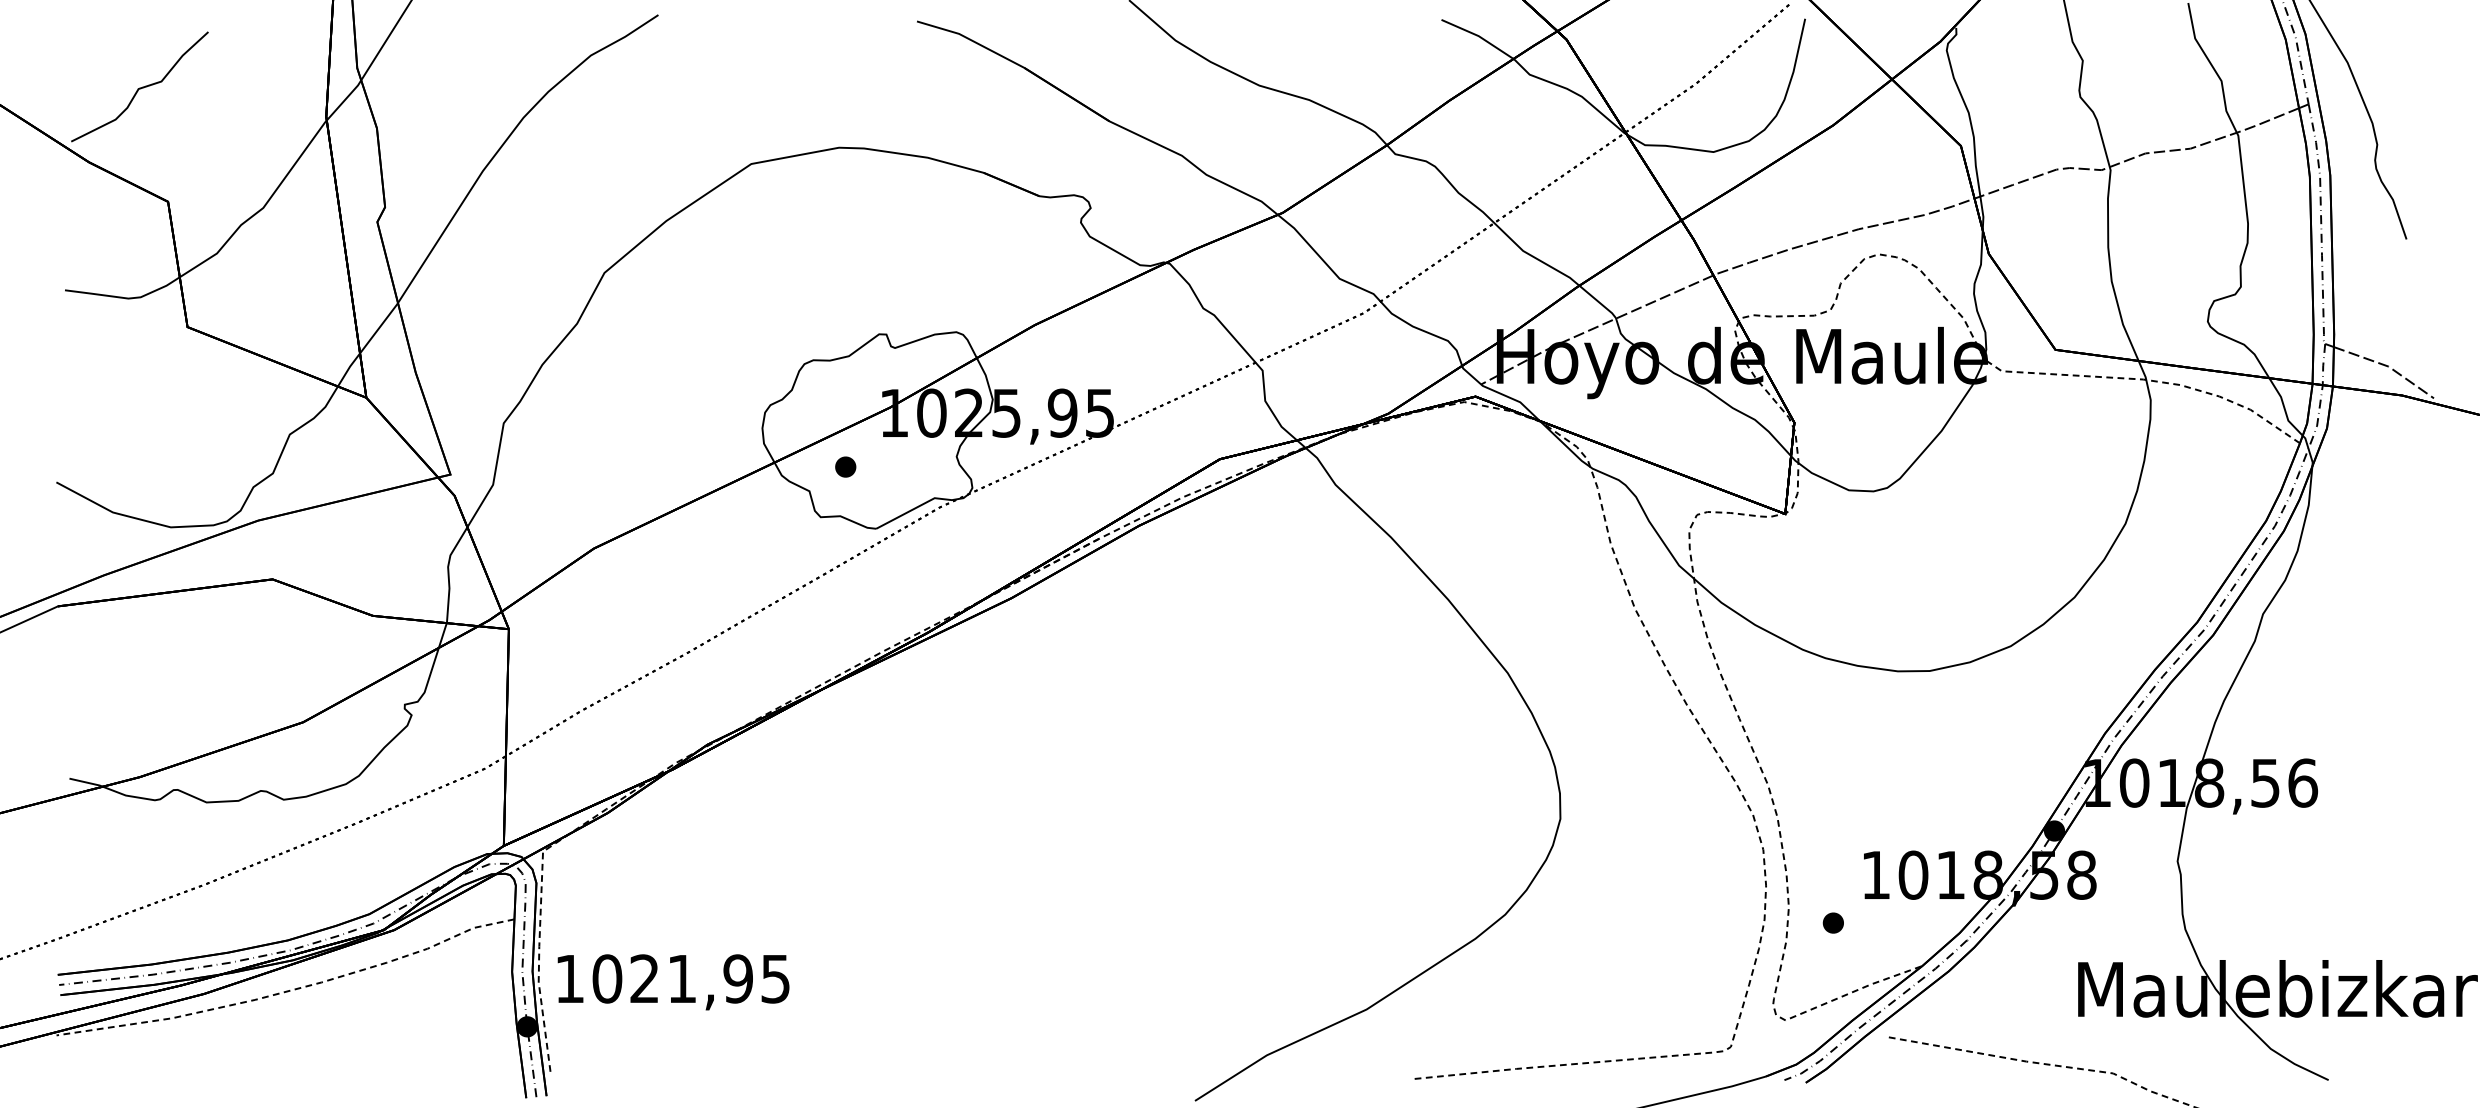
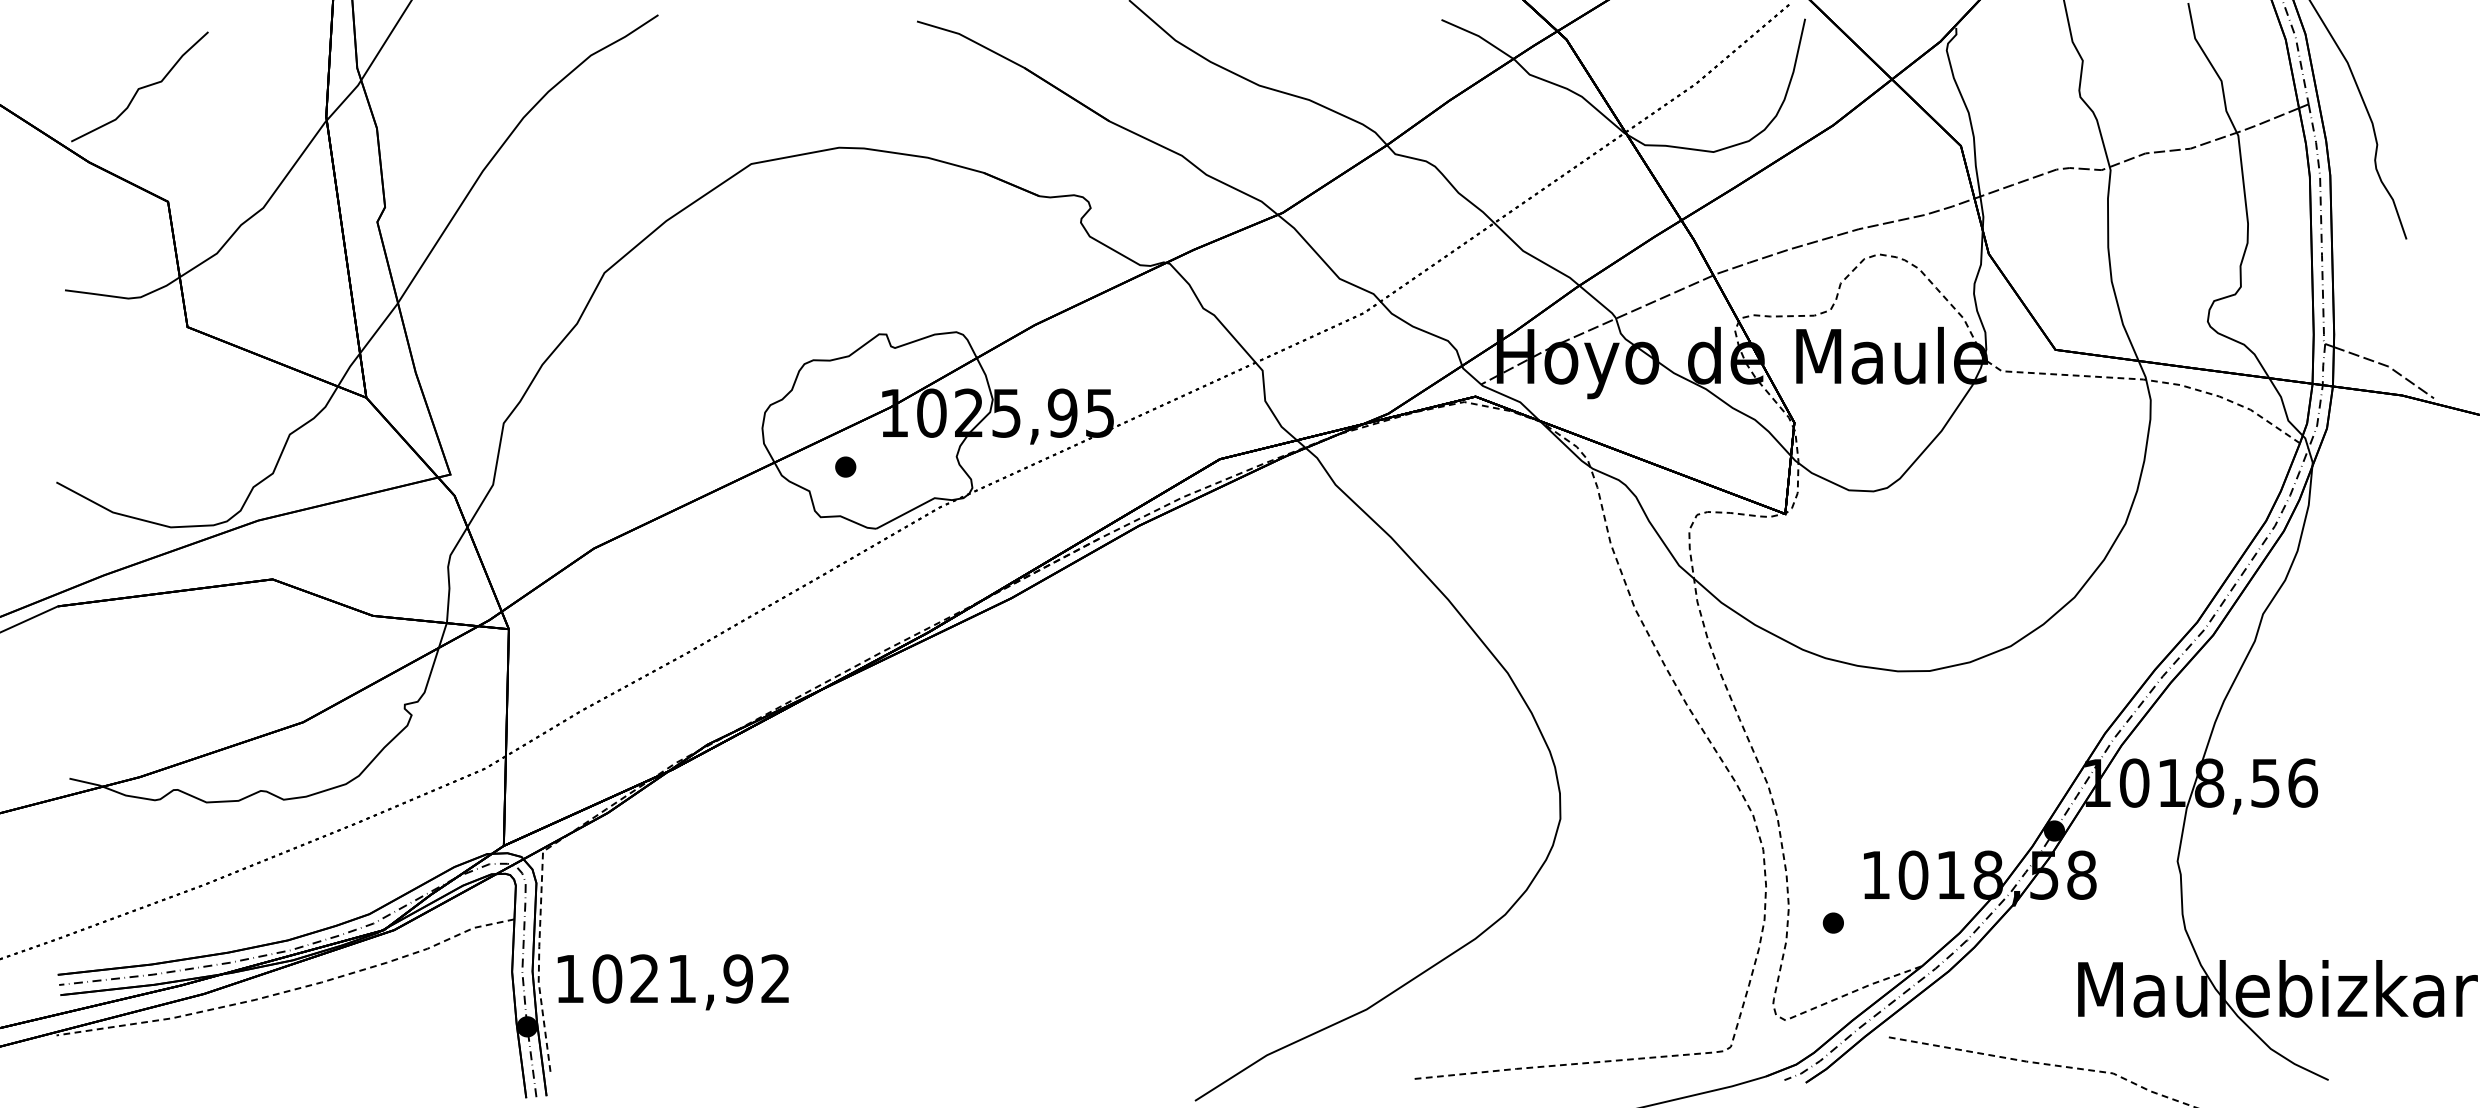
text at (775, 978): 1021,95 -> 1021,92
